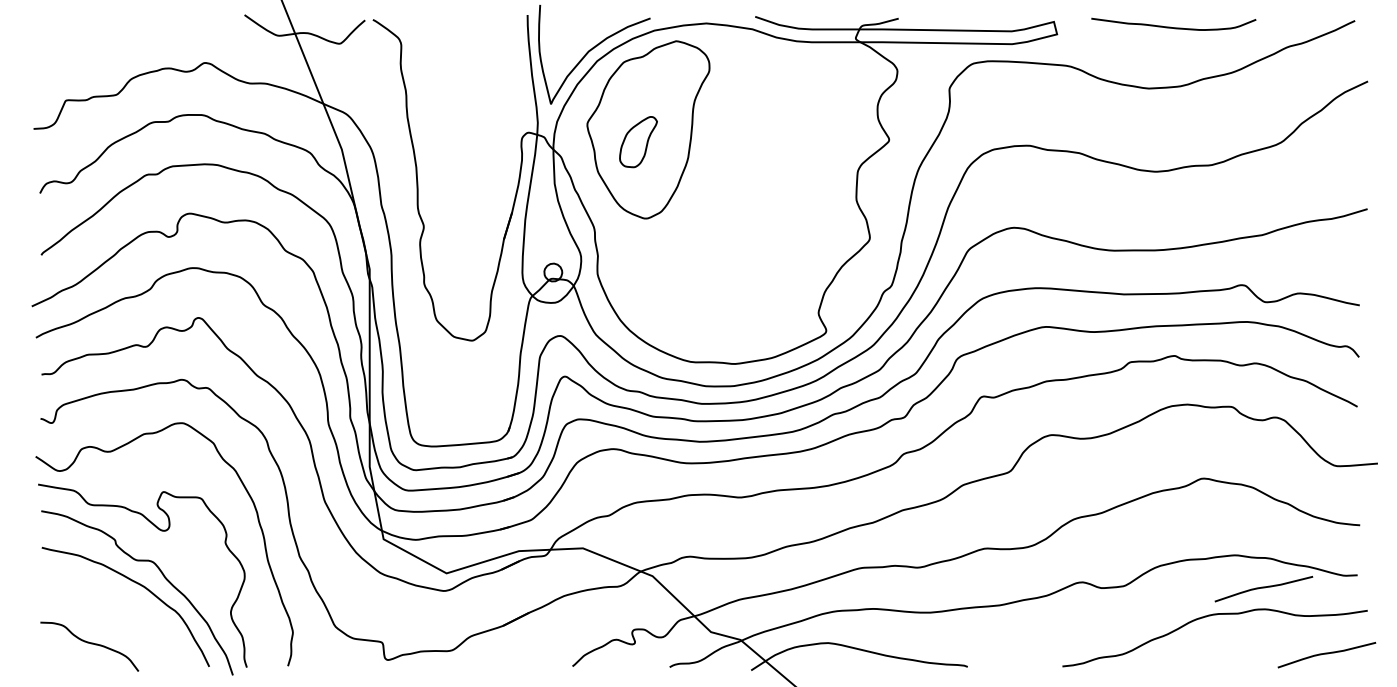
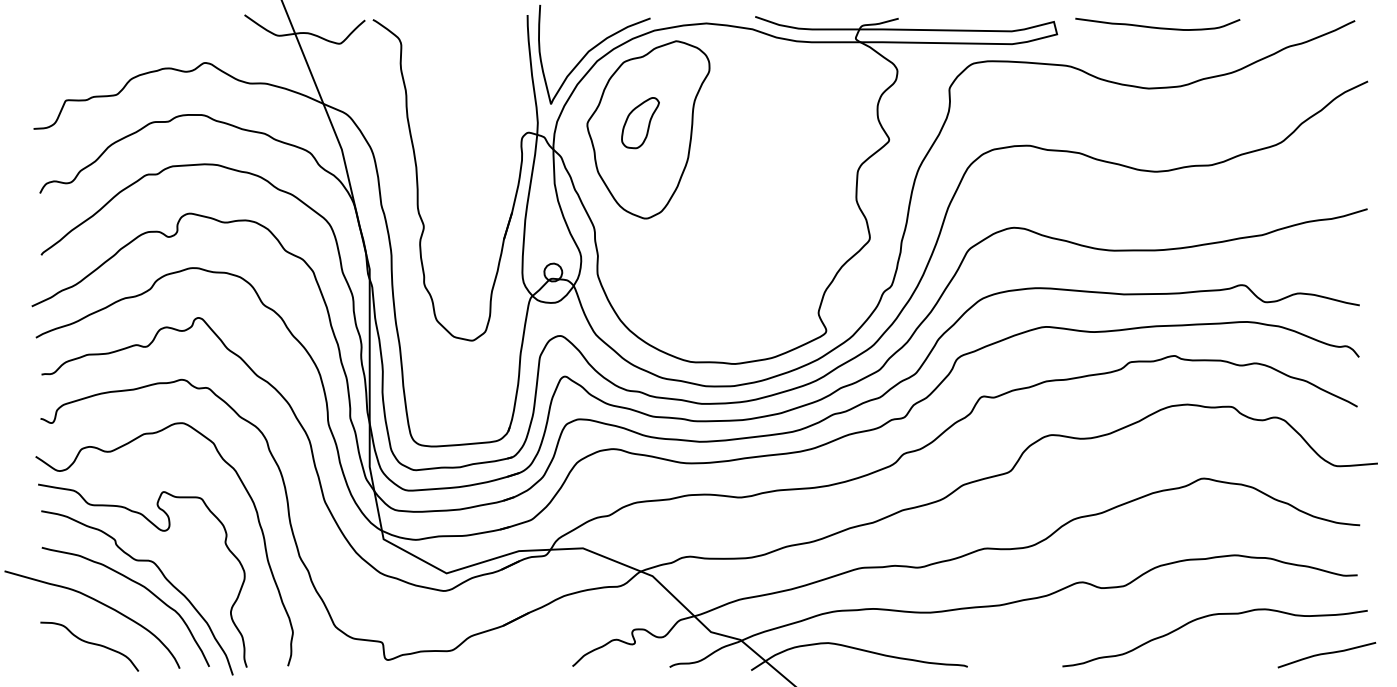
curve at (1173, 27) position: (1173, 27) -> (1157, 27)
part at (638, 142) position: (638, 142) -> (640, 123)
curve at (1263, 588): present -> none
curve at (99, 603): none -> present
